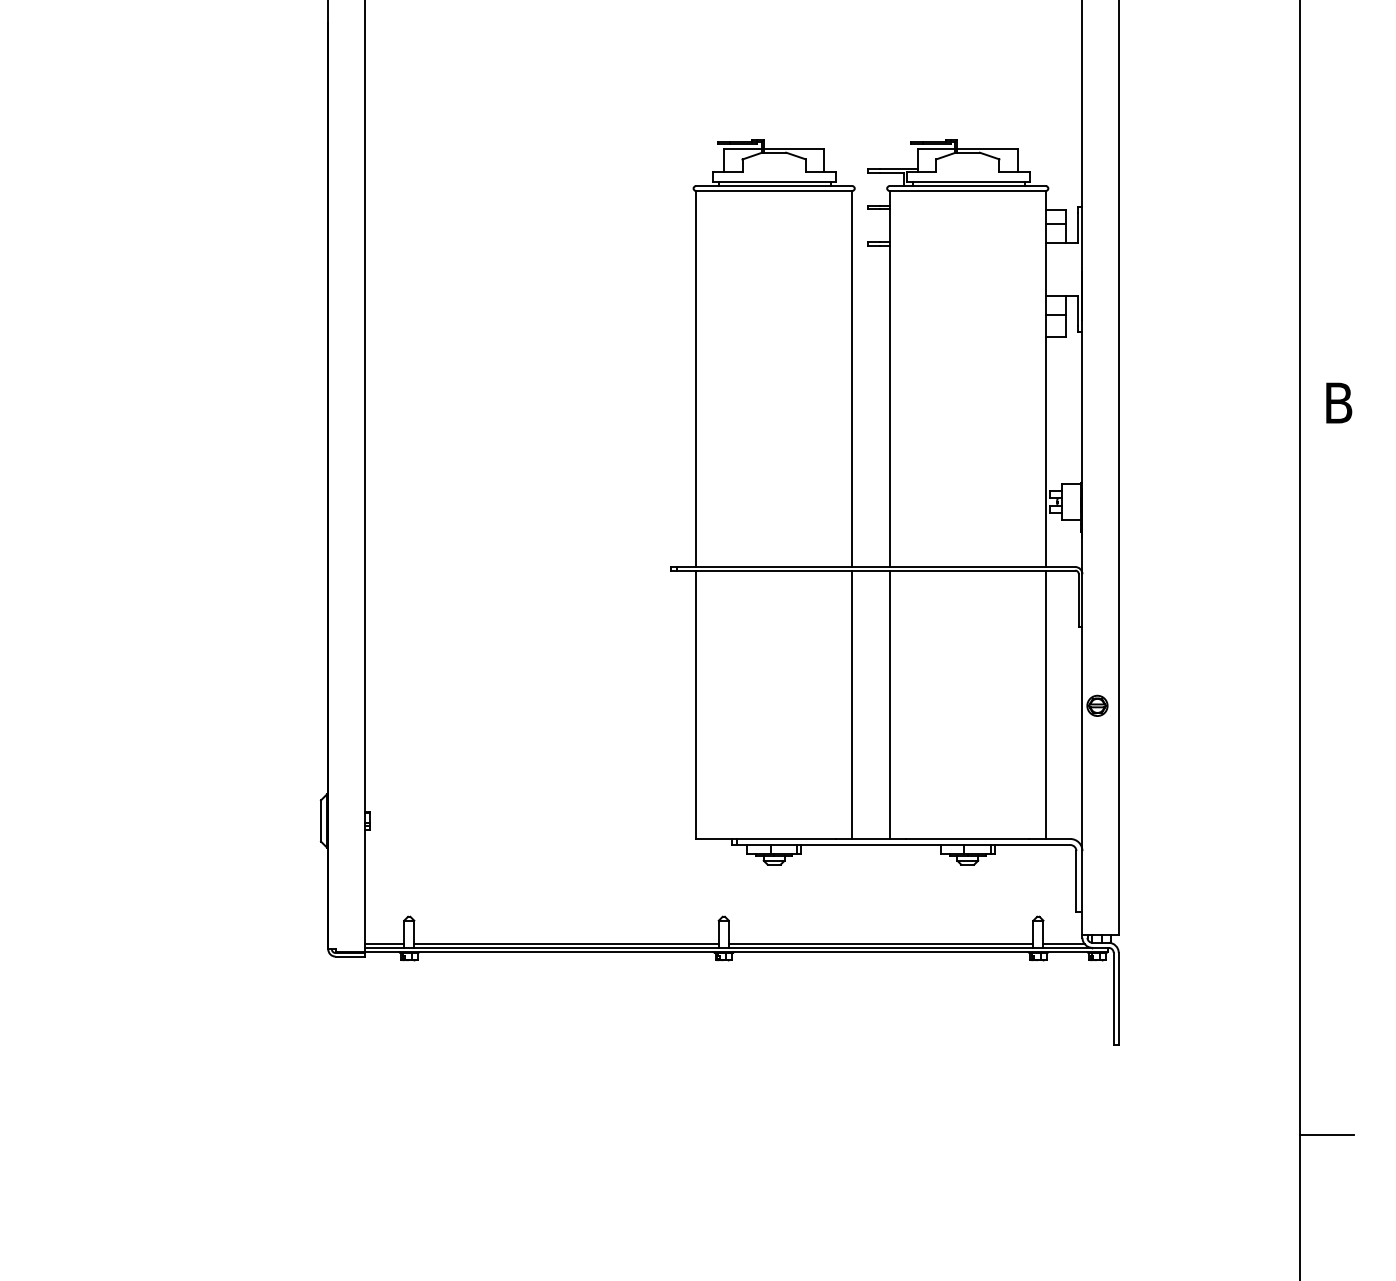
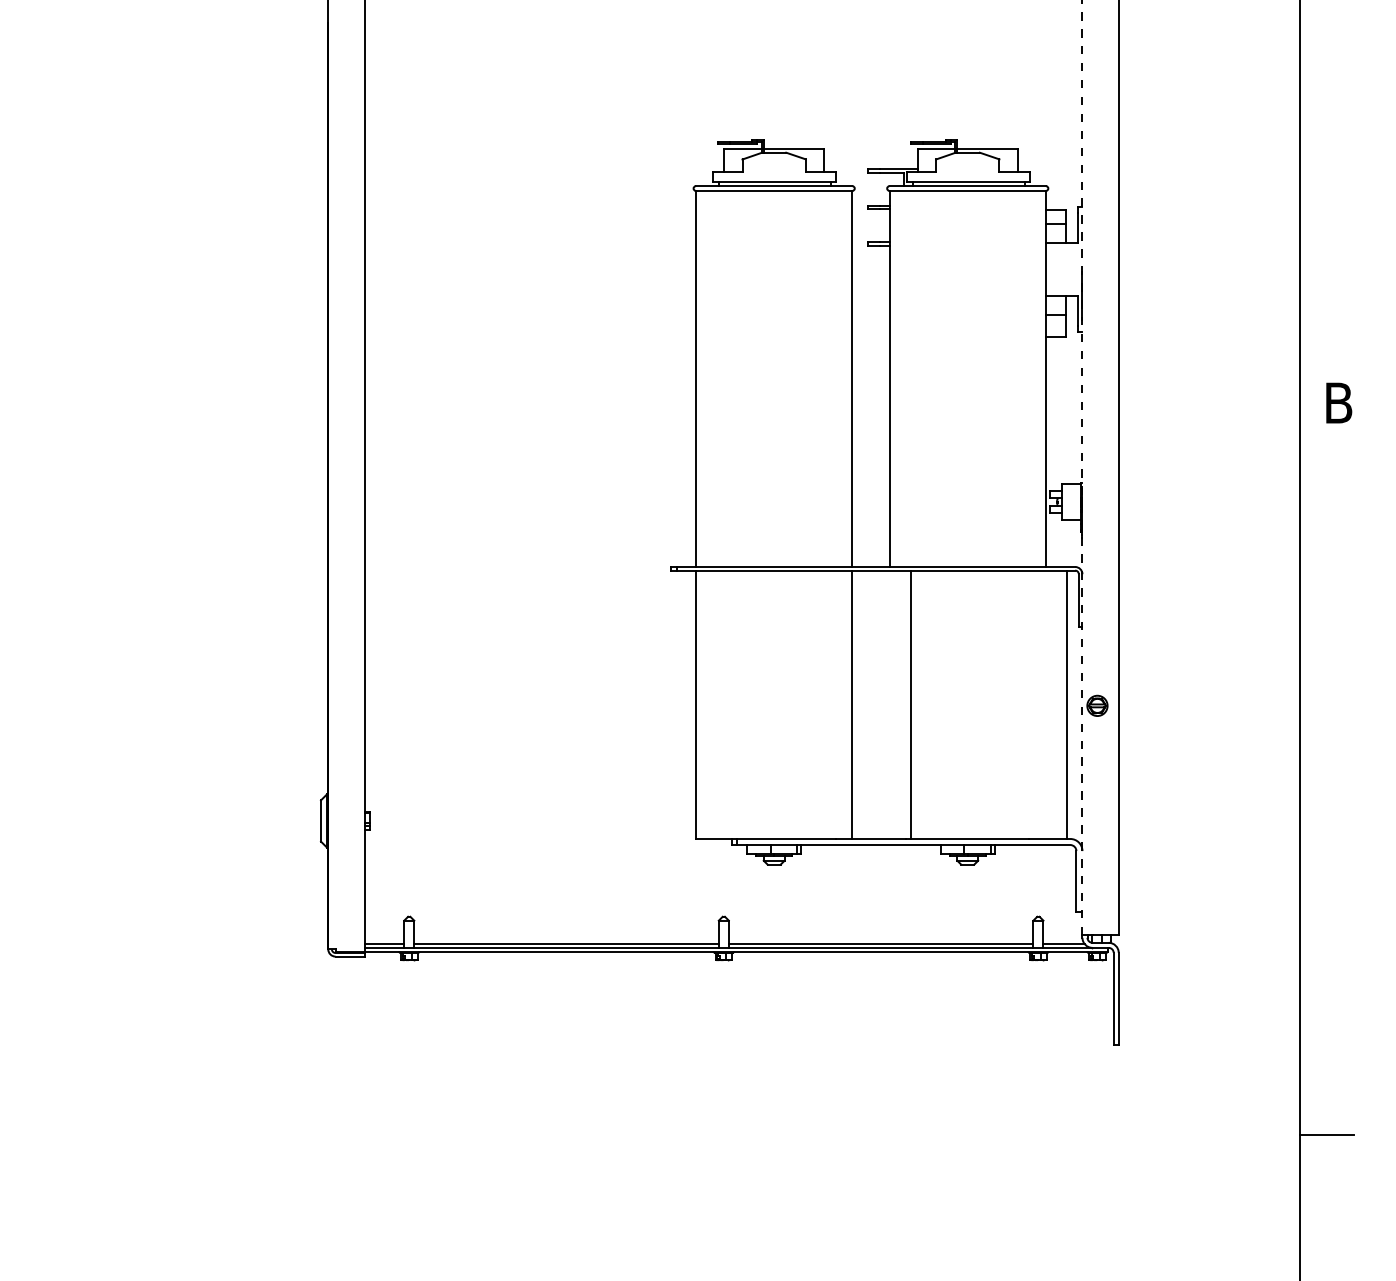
line at (1082, 467): solid -> dashed
line at (889, 704) position: (889, 704) -> (910, 704)
line at (1045, 704) position: (1045, 704) -> (1066, 704)
